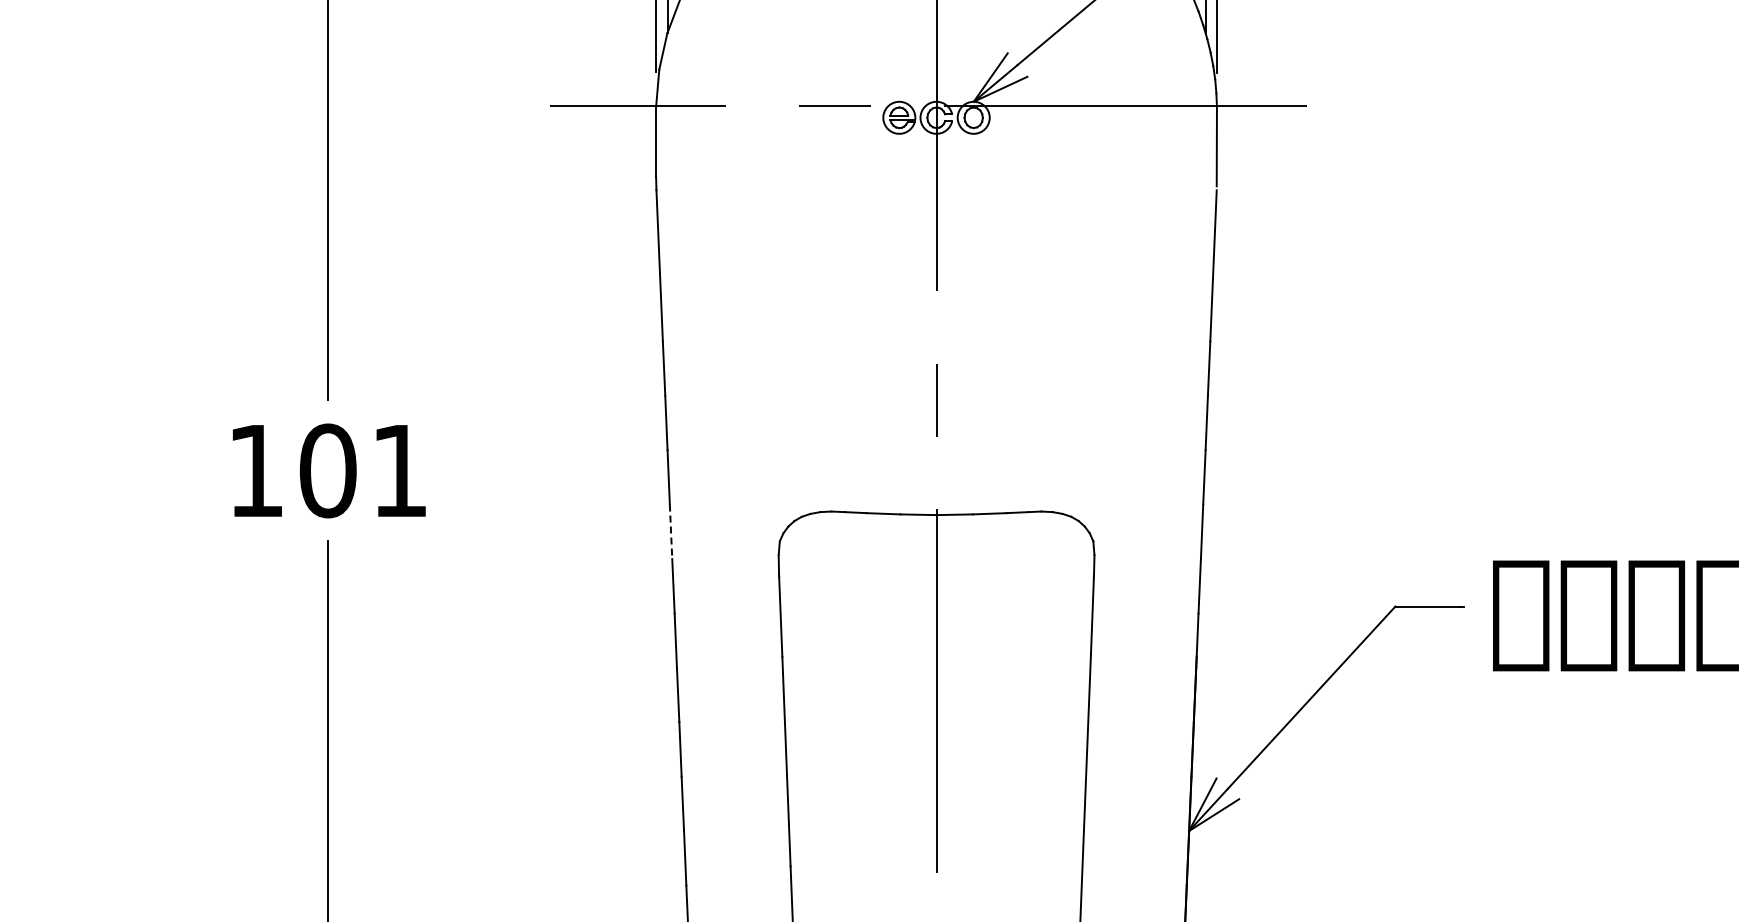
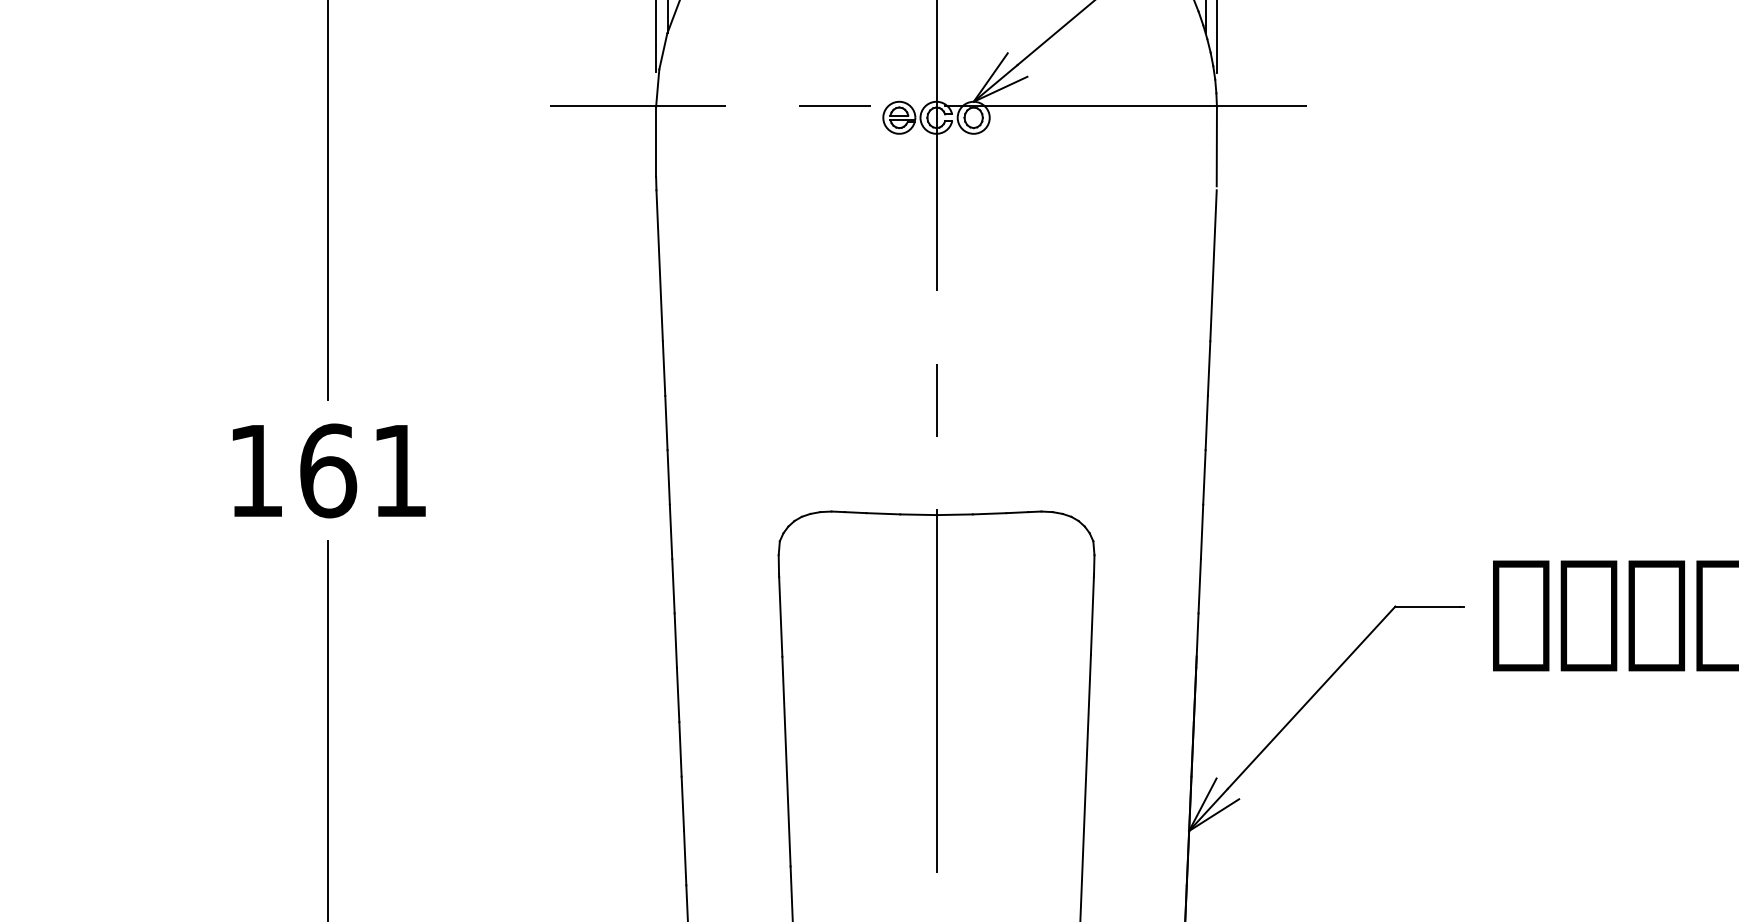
text at (328, 470): 101 -> 161
line at (671, 532): dashed -> solid
